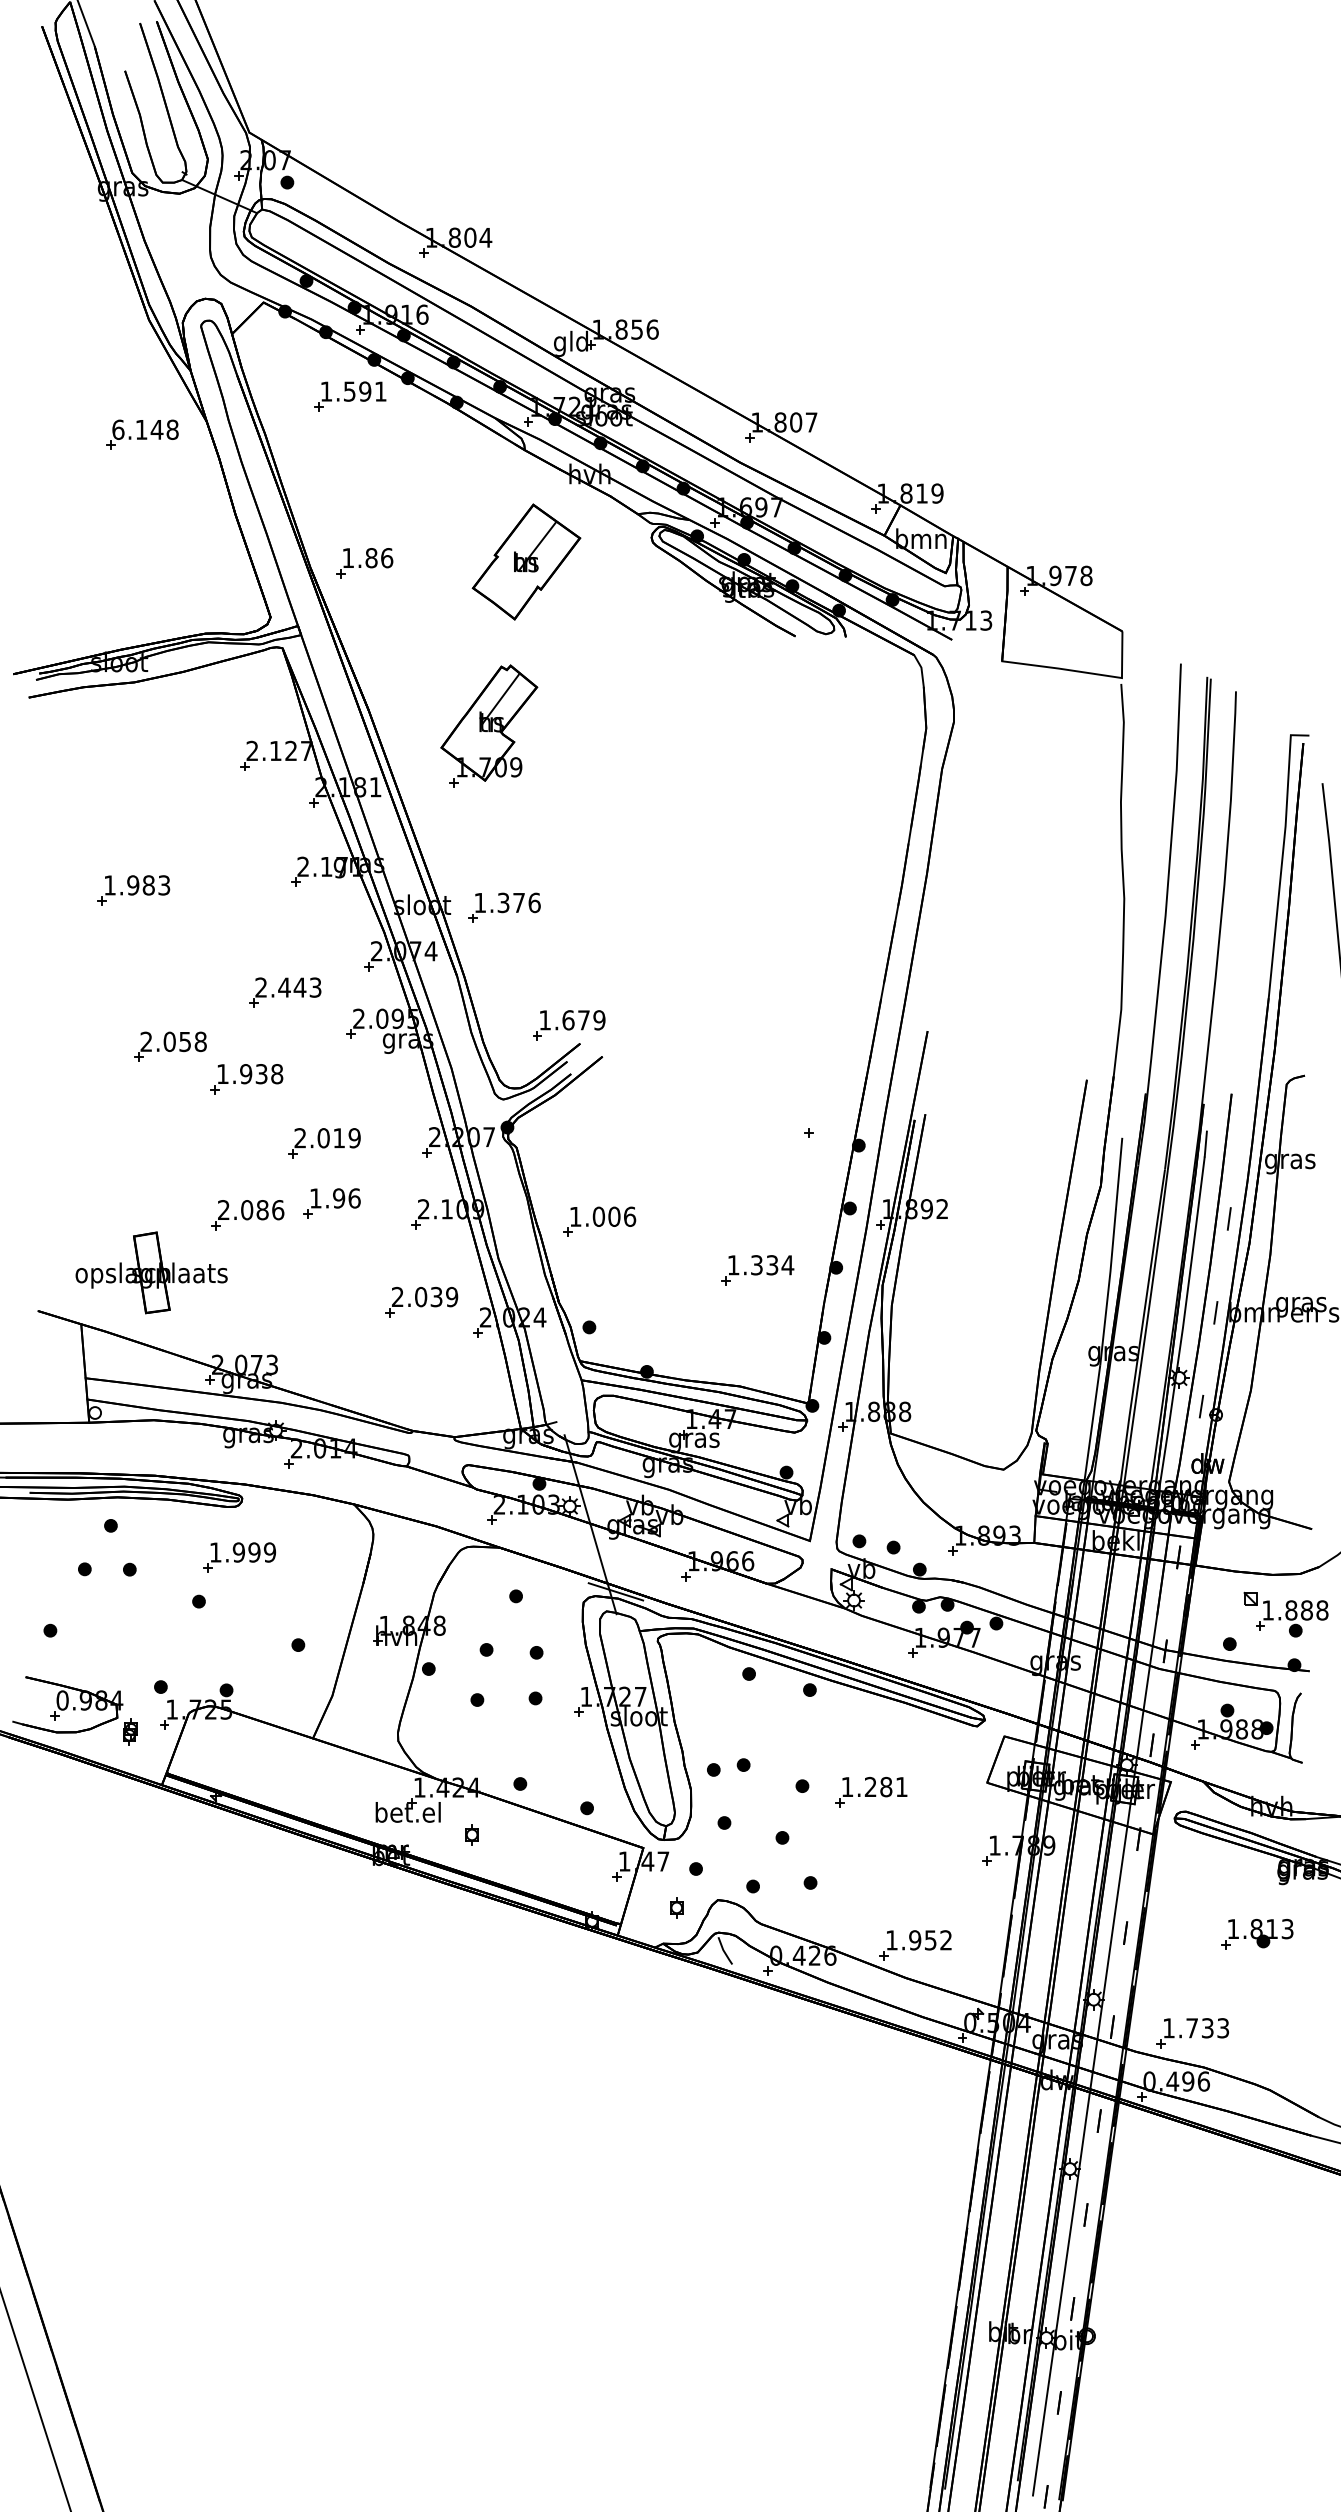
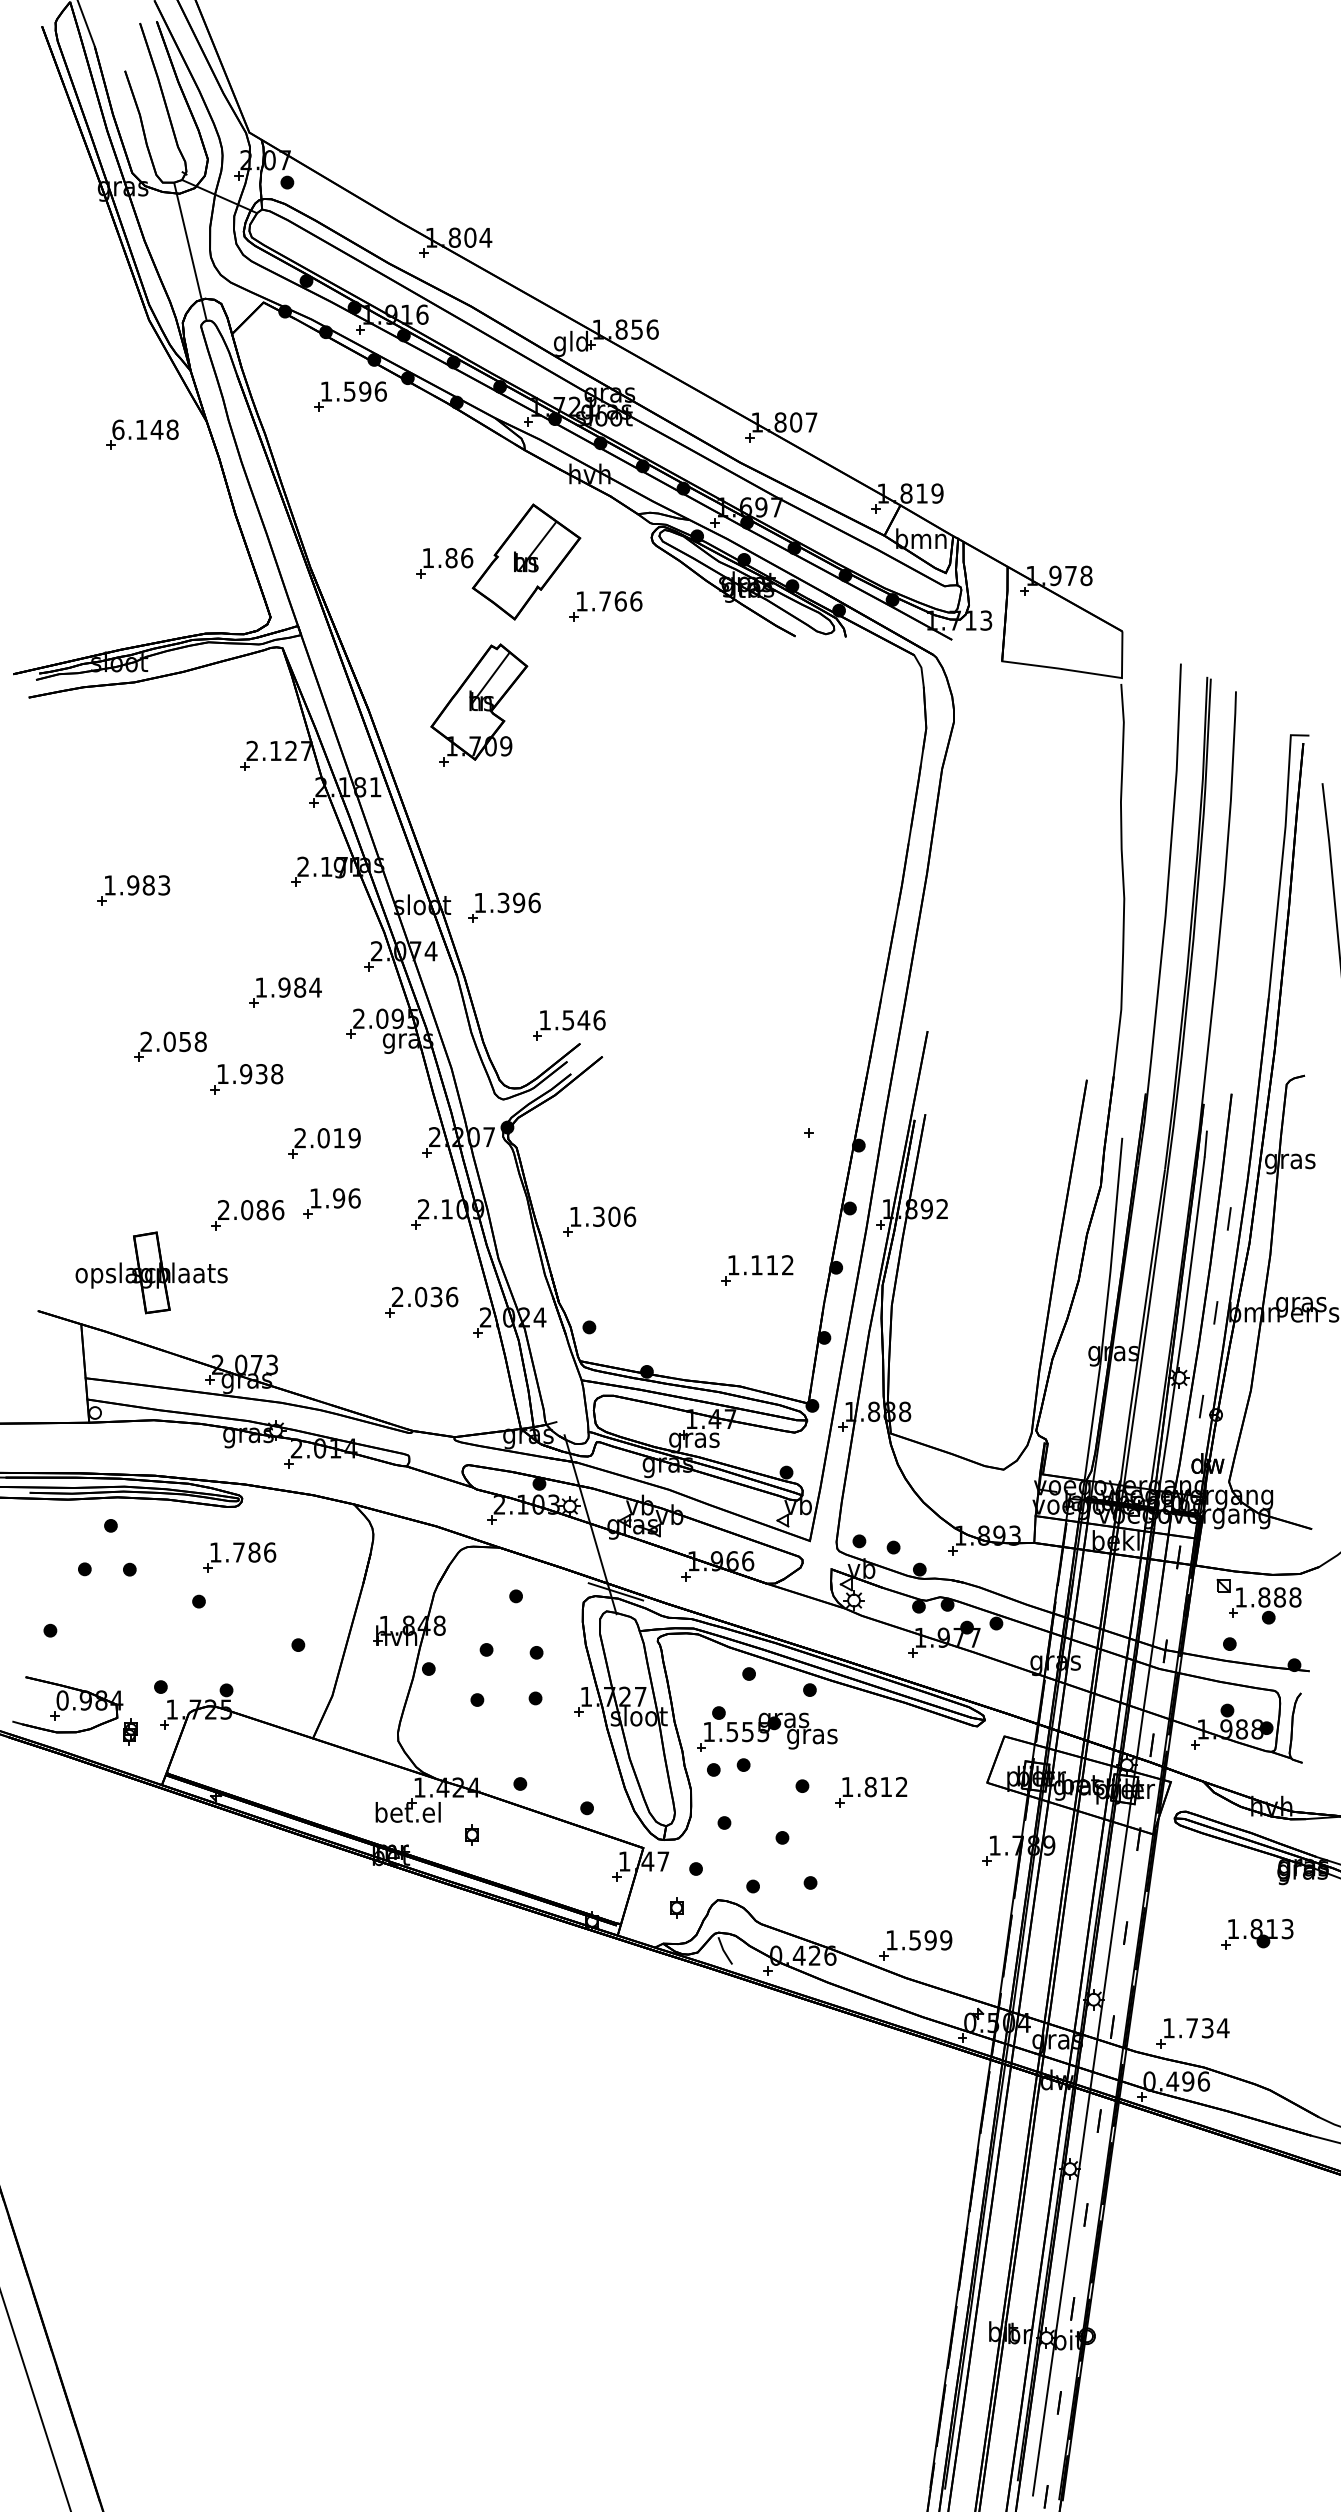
line at (190, 251): none -> present
text at (380, 391): 1.591 -> 1.596
part at (364, 563) position: (364, 563) -> (444, 563)
part at (605, 606): none -> present
part at (489, 725) position: (489, 725) -> (479, 704)
text at (519, 902): 1.376 -> 1.396
text at (288, 987): 2.443 -> 1.984
text at (583, 1020): 1.679 -> 1.546
text at (598, 1216): 1.006 -> 1.306
text at (772, 1265): 1.334 -> 1.112
text at (452, 1296): 2.039 -> 2.036
text at (254, 1552): 1.999 -> 1.786
part at (1285, 1614) position: (1285, 1614) -> (1258, 1601)
part at (767, 1728): none -> present
text at (885, 1786): 1.281 -> 1.812
text at (930, 1940): 1.952 -> 1.599
text at (1222, 2028): 1.733 -> 1.734
